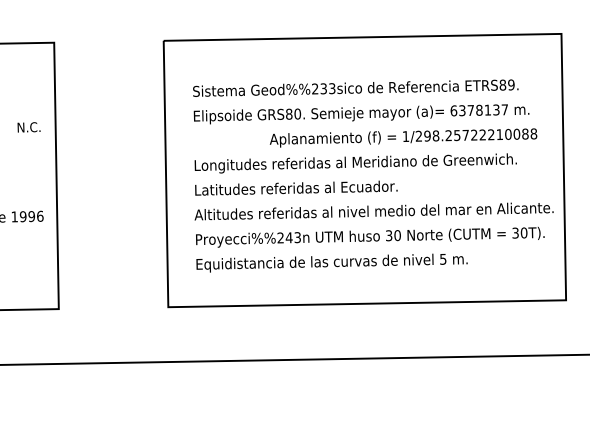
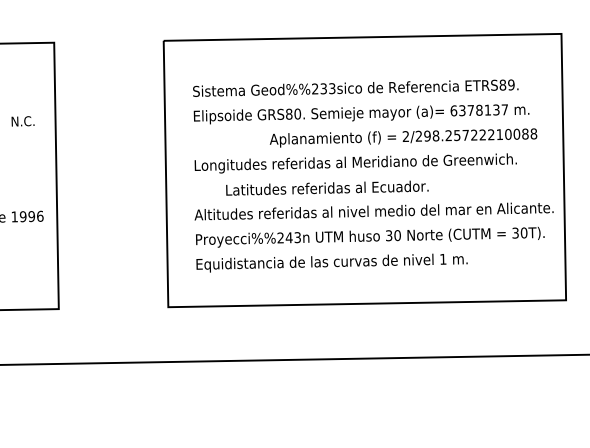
text at (28, 127) position: (28, 127) -> (22, 121)
text at (405, 136): 1/298.25722210088 -> 2/298.25722210088
text at (296, 187) position: (296, 187) -> (327, 187)
text at (443, 259): 5 -> 1
